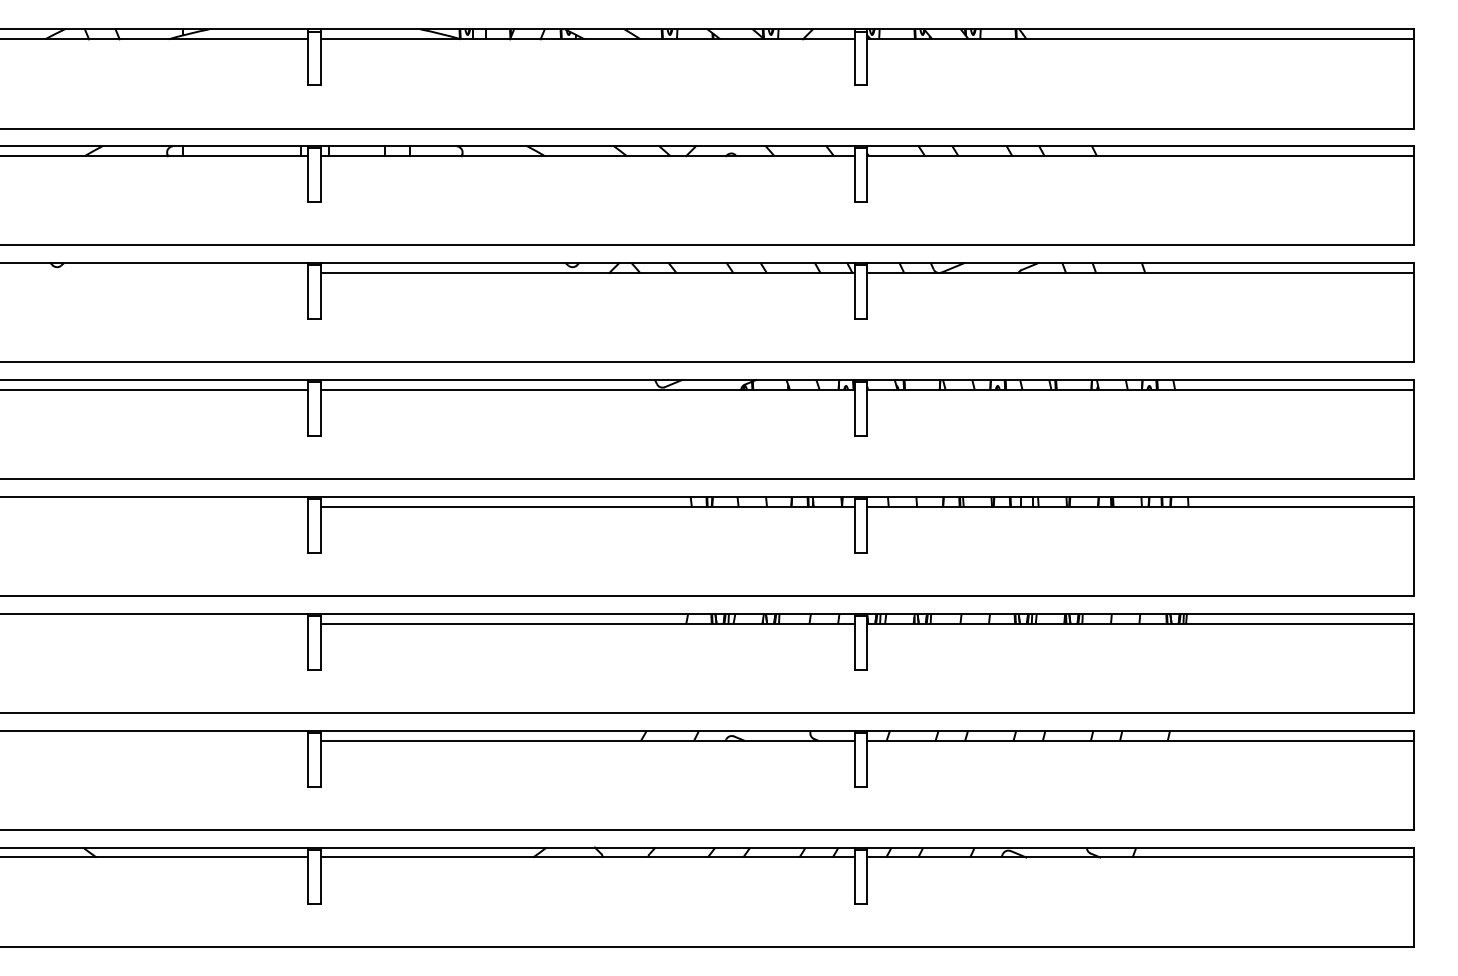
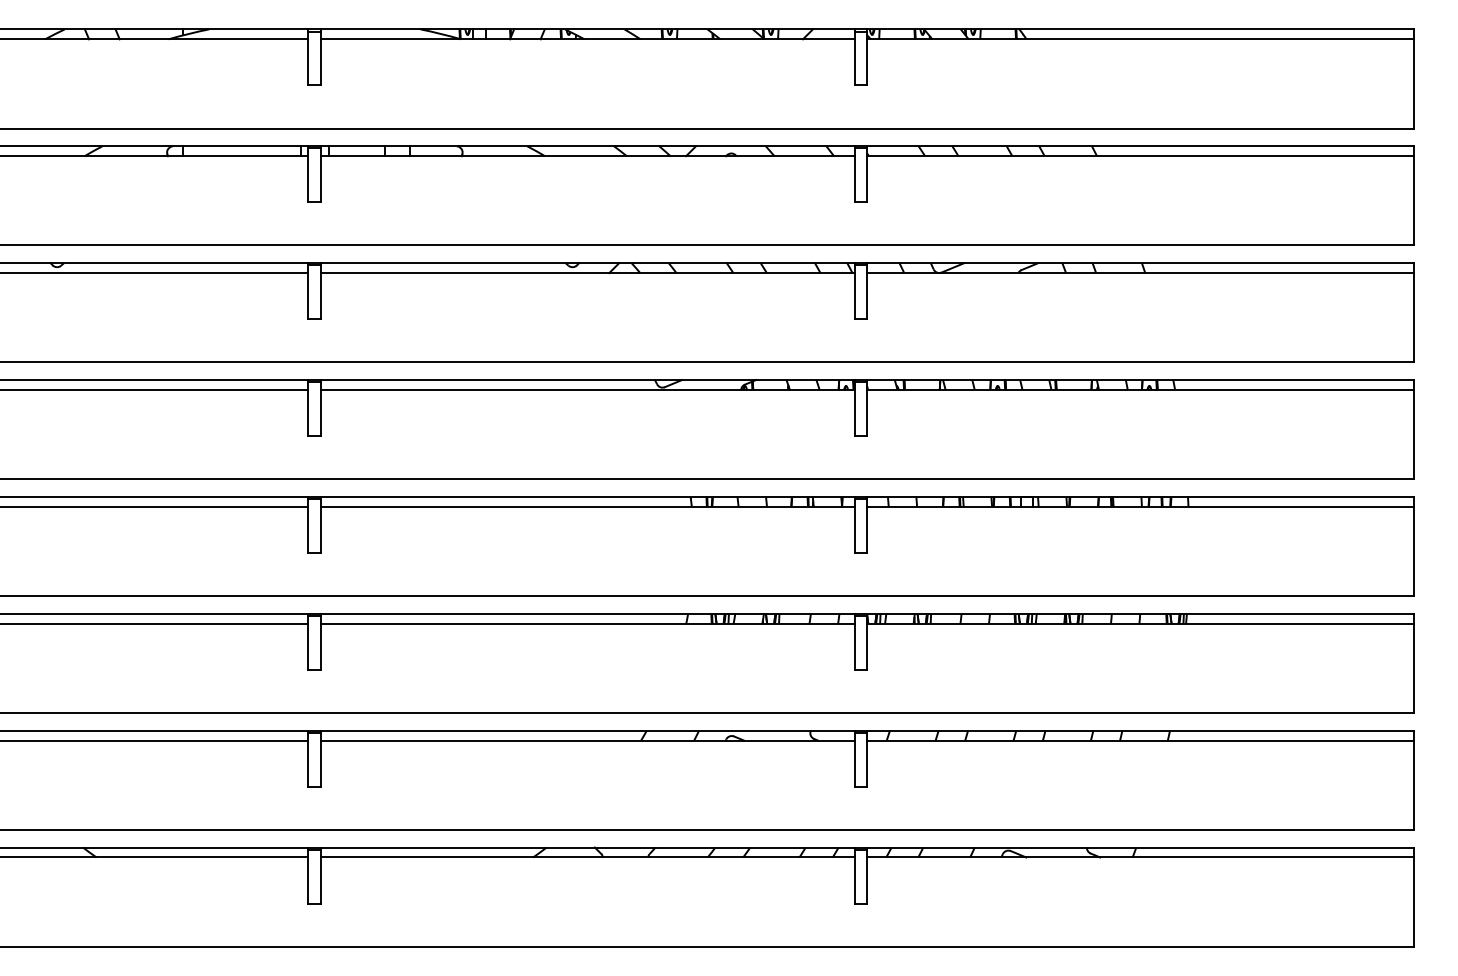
line at (155, 273): none -> present
line at (155, 506): none -> present
line at (155, 623): none -> present
line at (155, 740): none -> present
